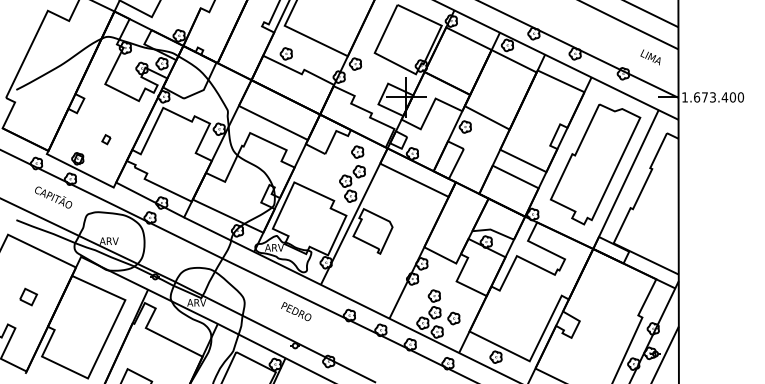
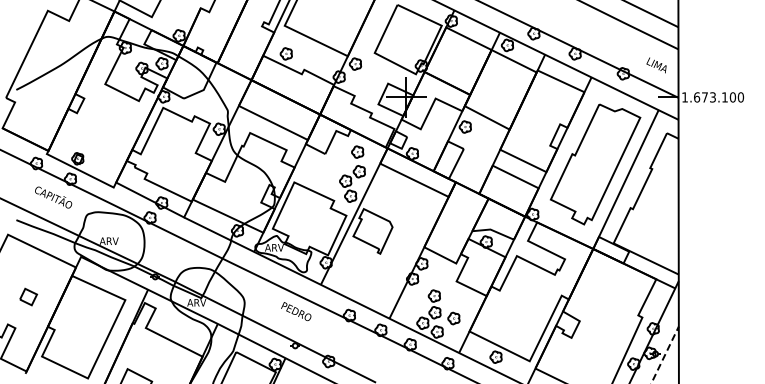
text at (650, 57) position: (650, 57) -> (656, 65)
text at (724, 97): 1.673.400 -> 1.673.100
part at (106, 139): present -> none
line at (665, 354): solid -> dashed
